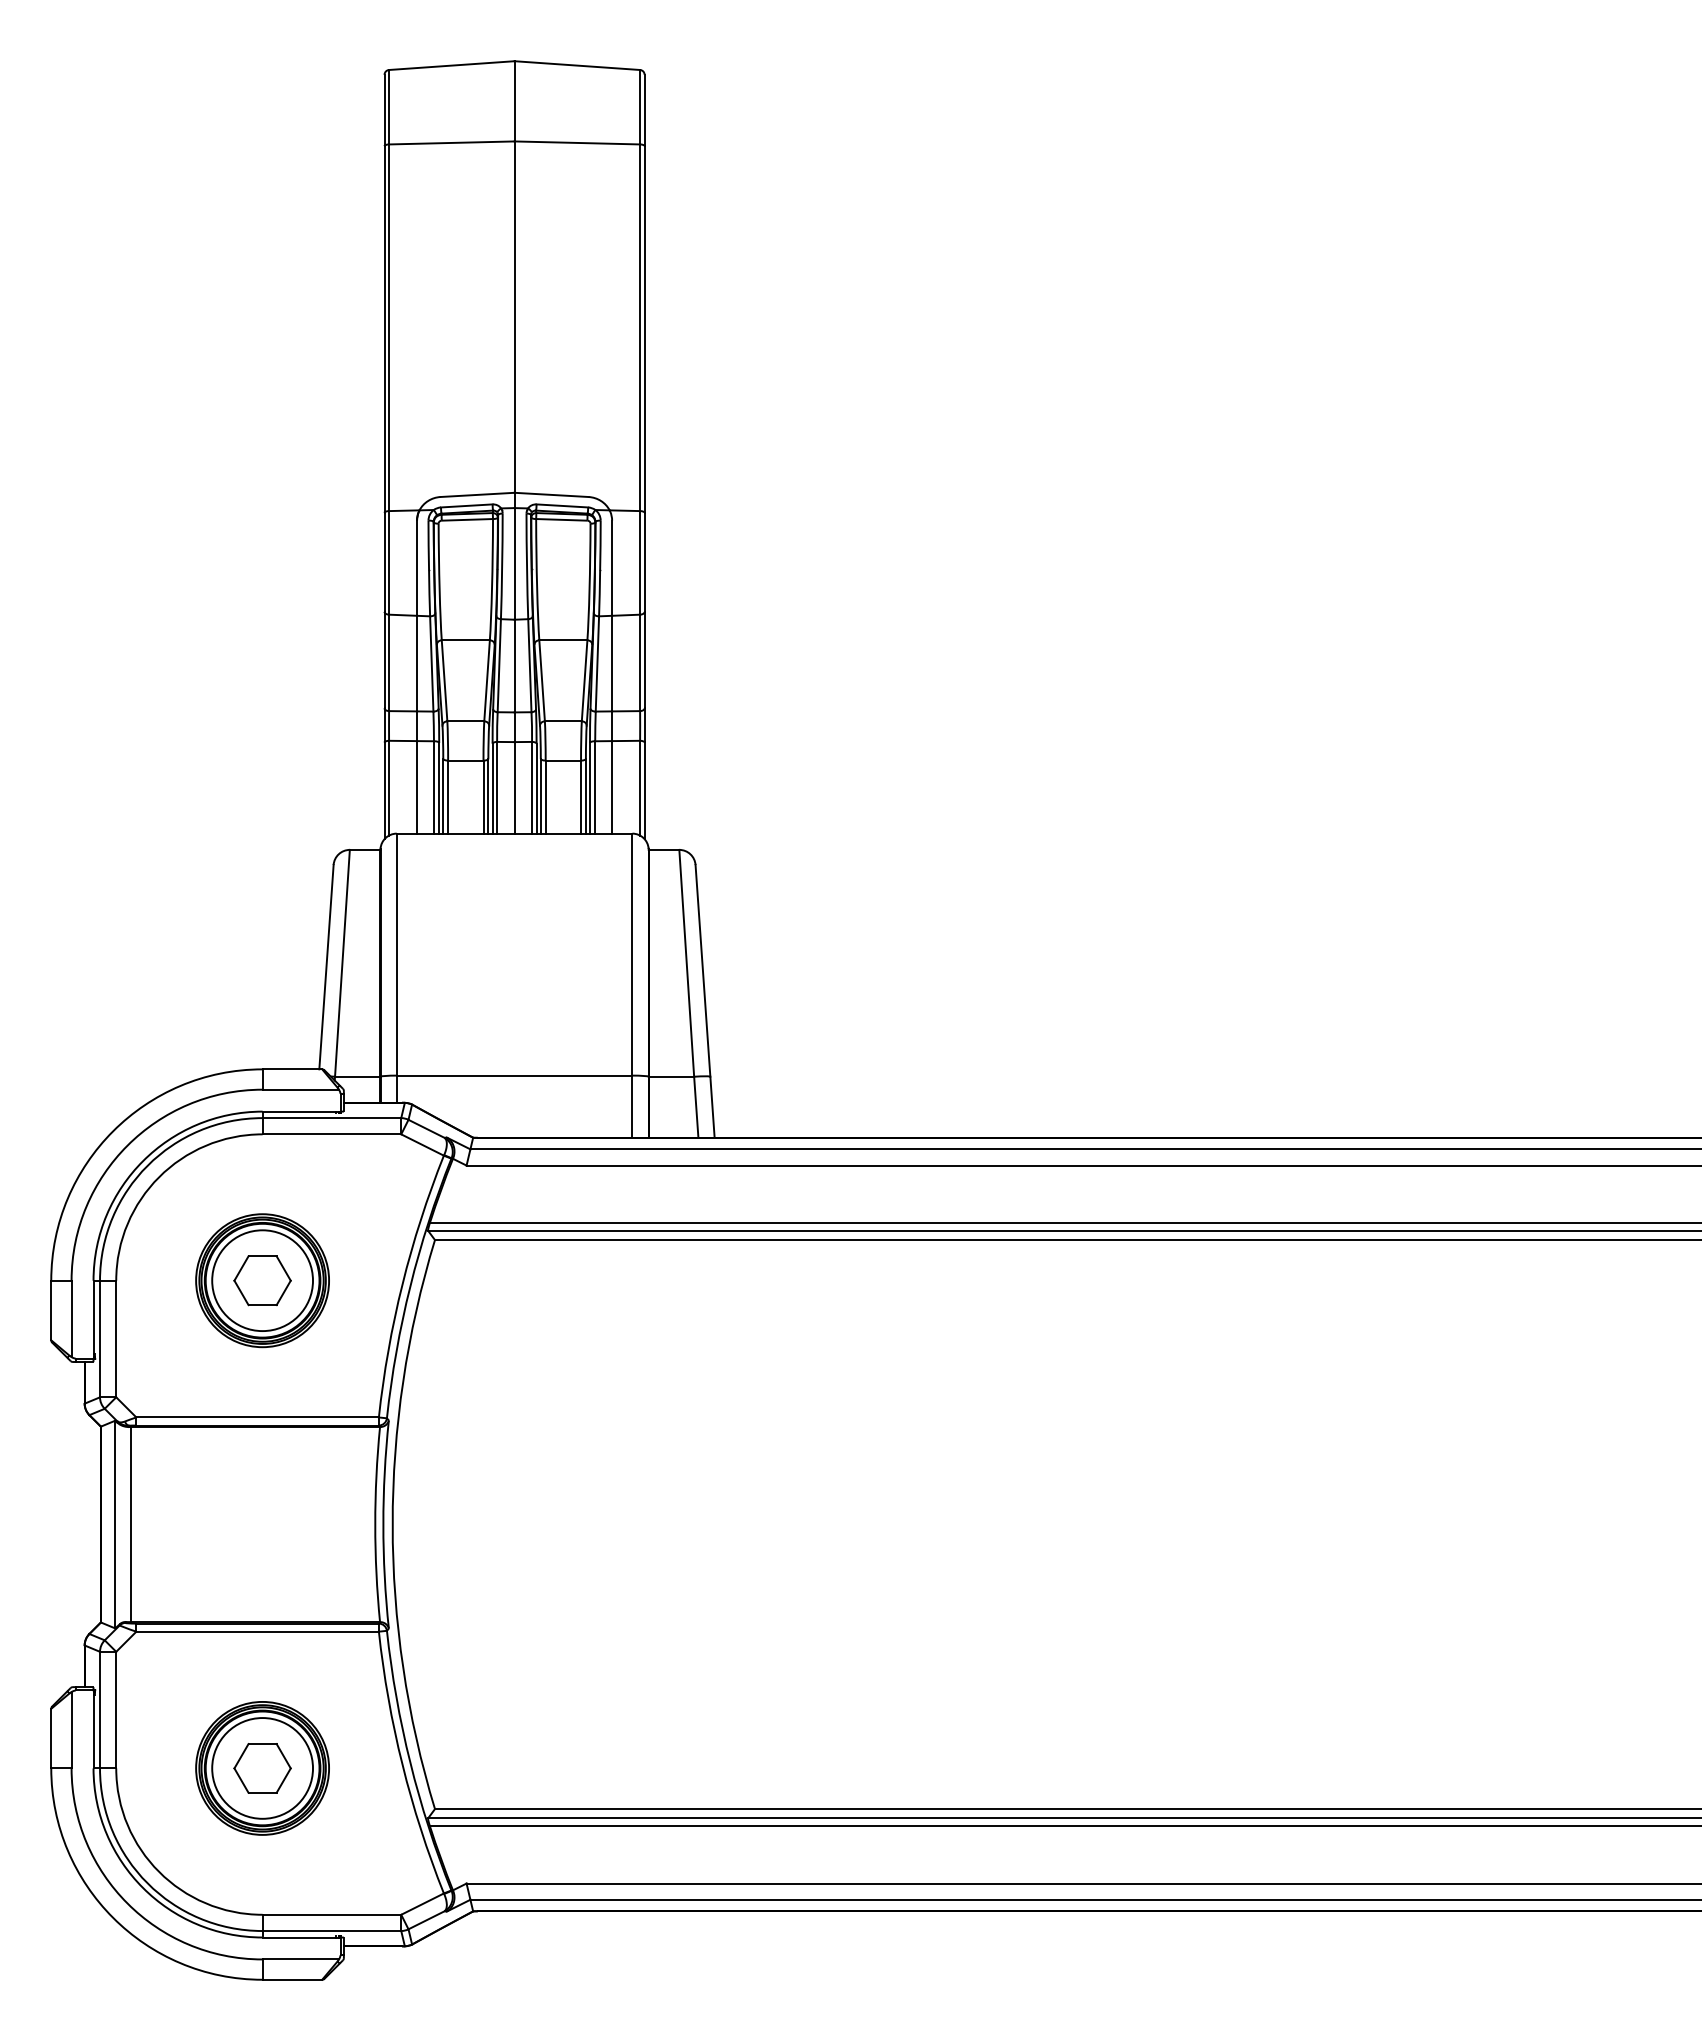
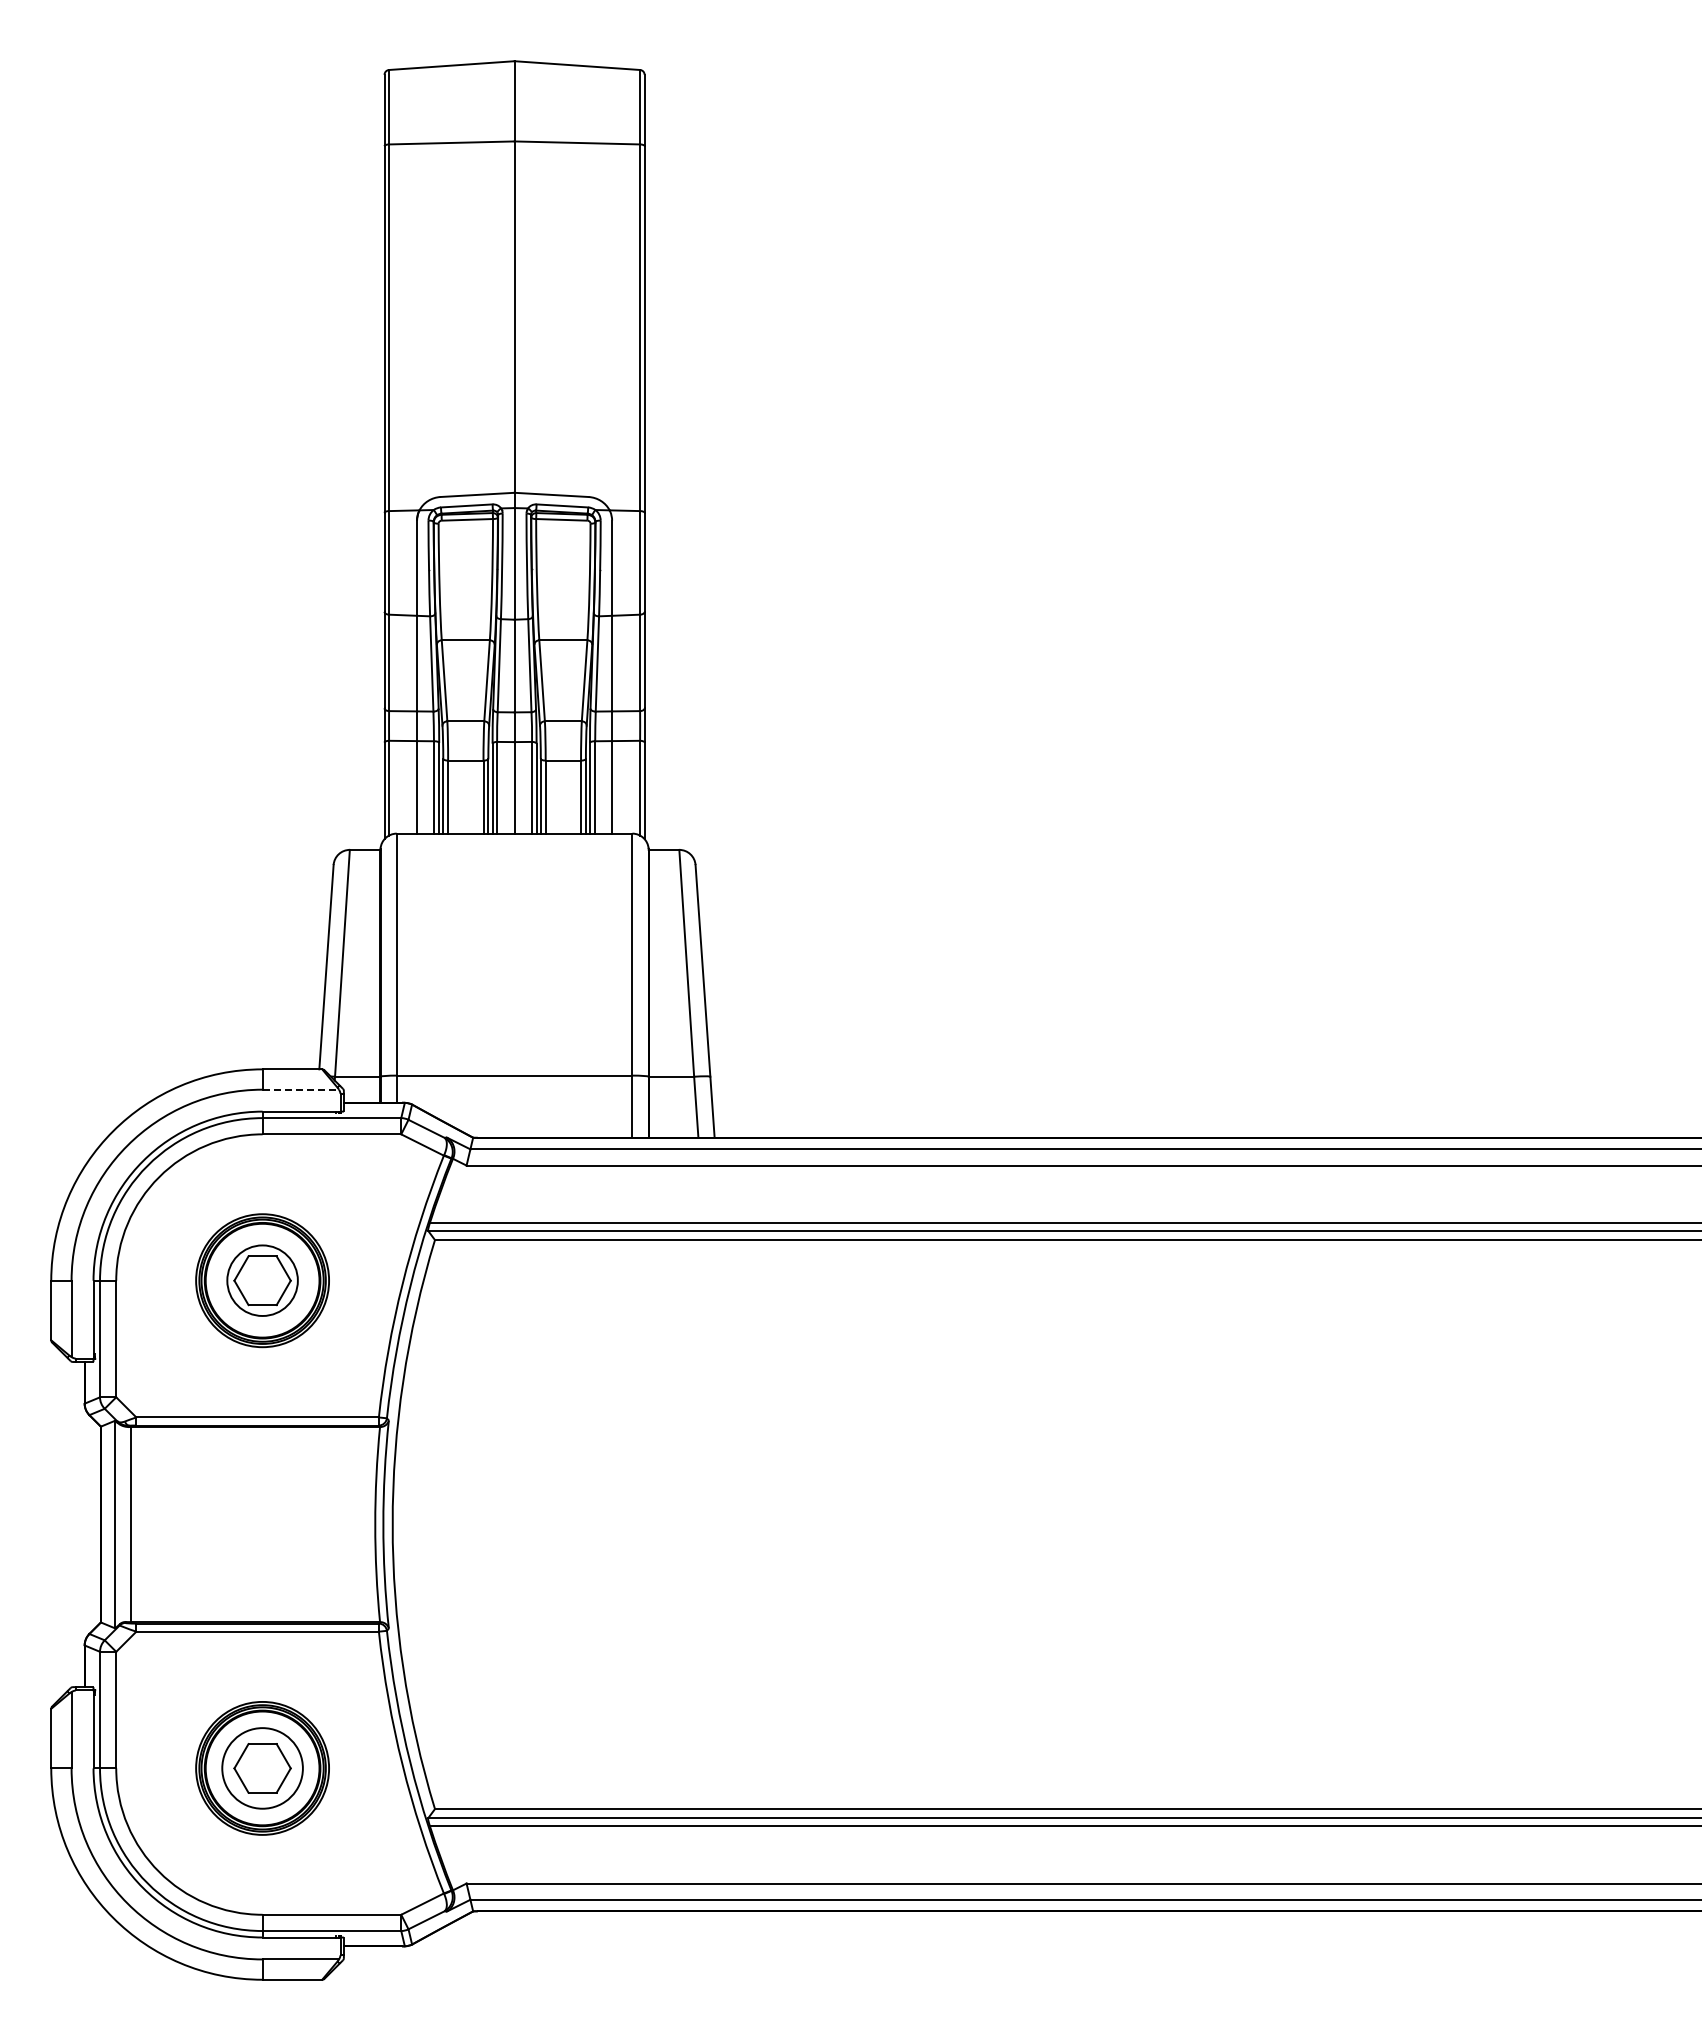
line at (301, 1089): solid -> dashed
circle at (262, 1280) diameter: 101 px -> 71 px
circle at (262, 1768) diameter: 101 px -> 81 px
